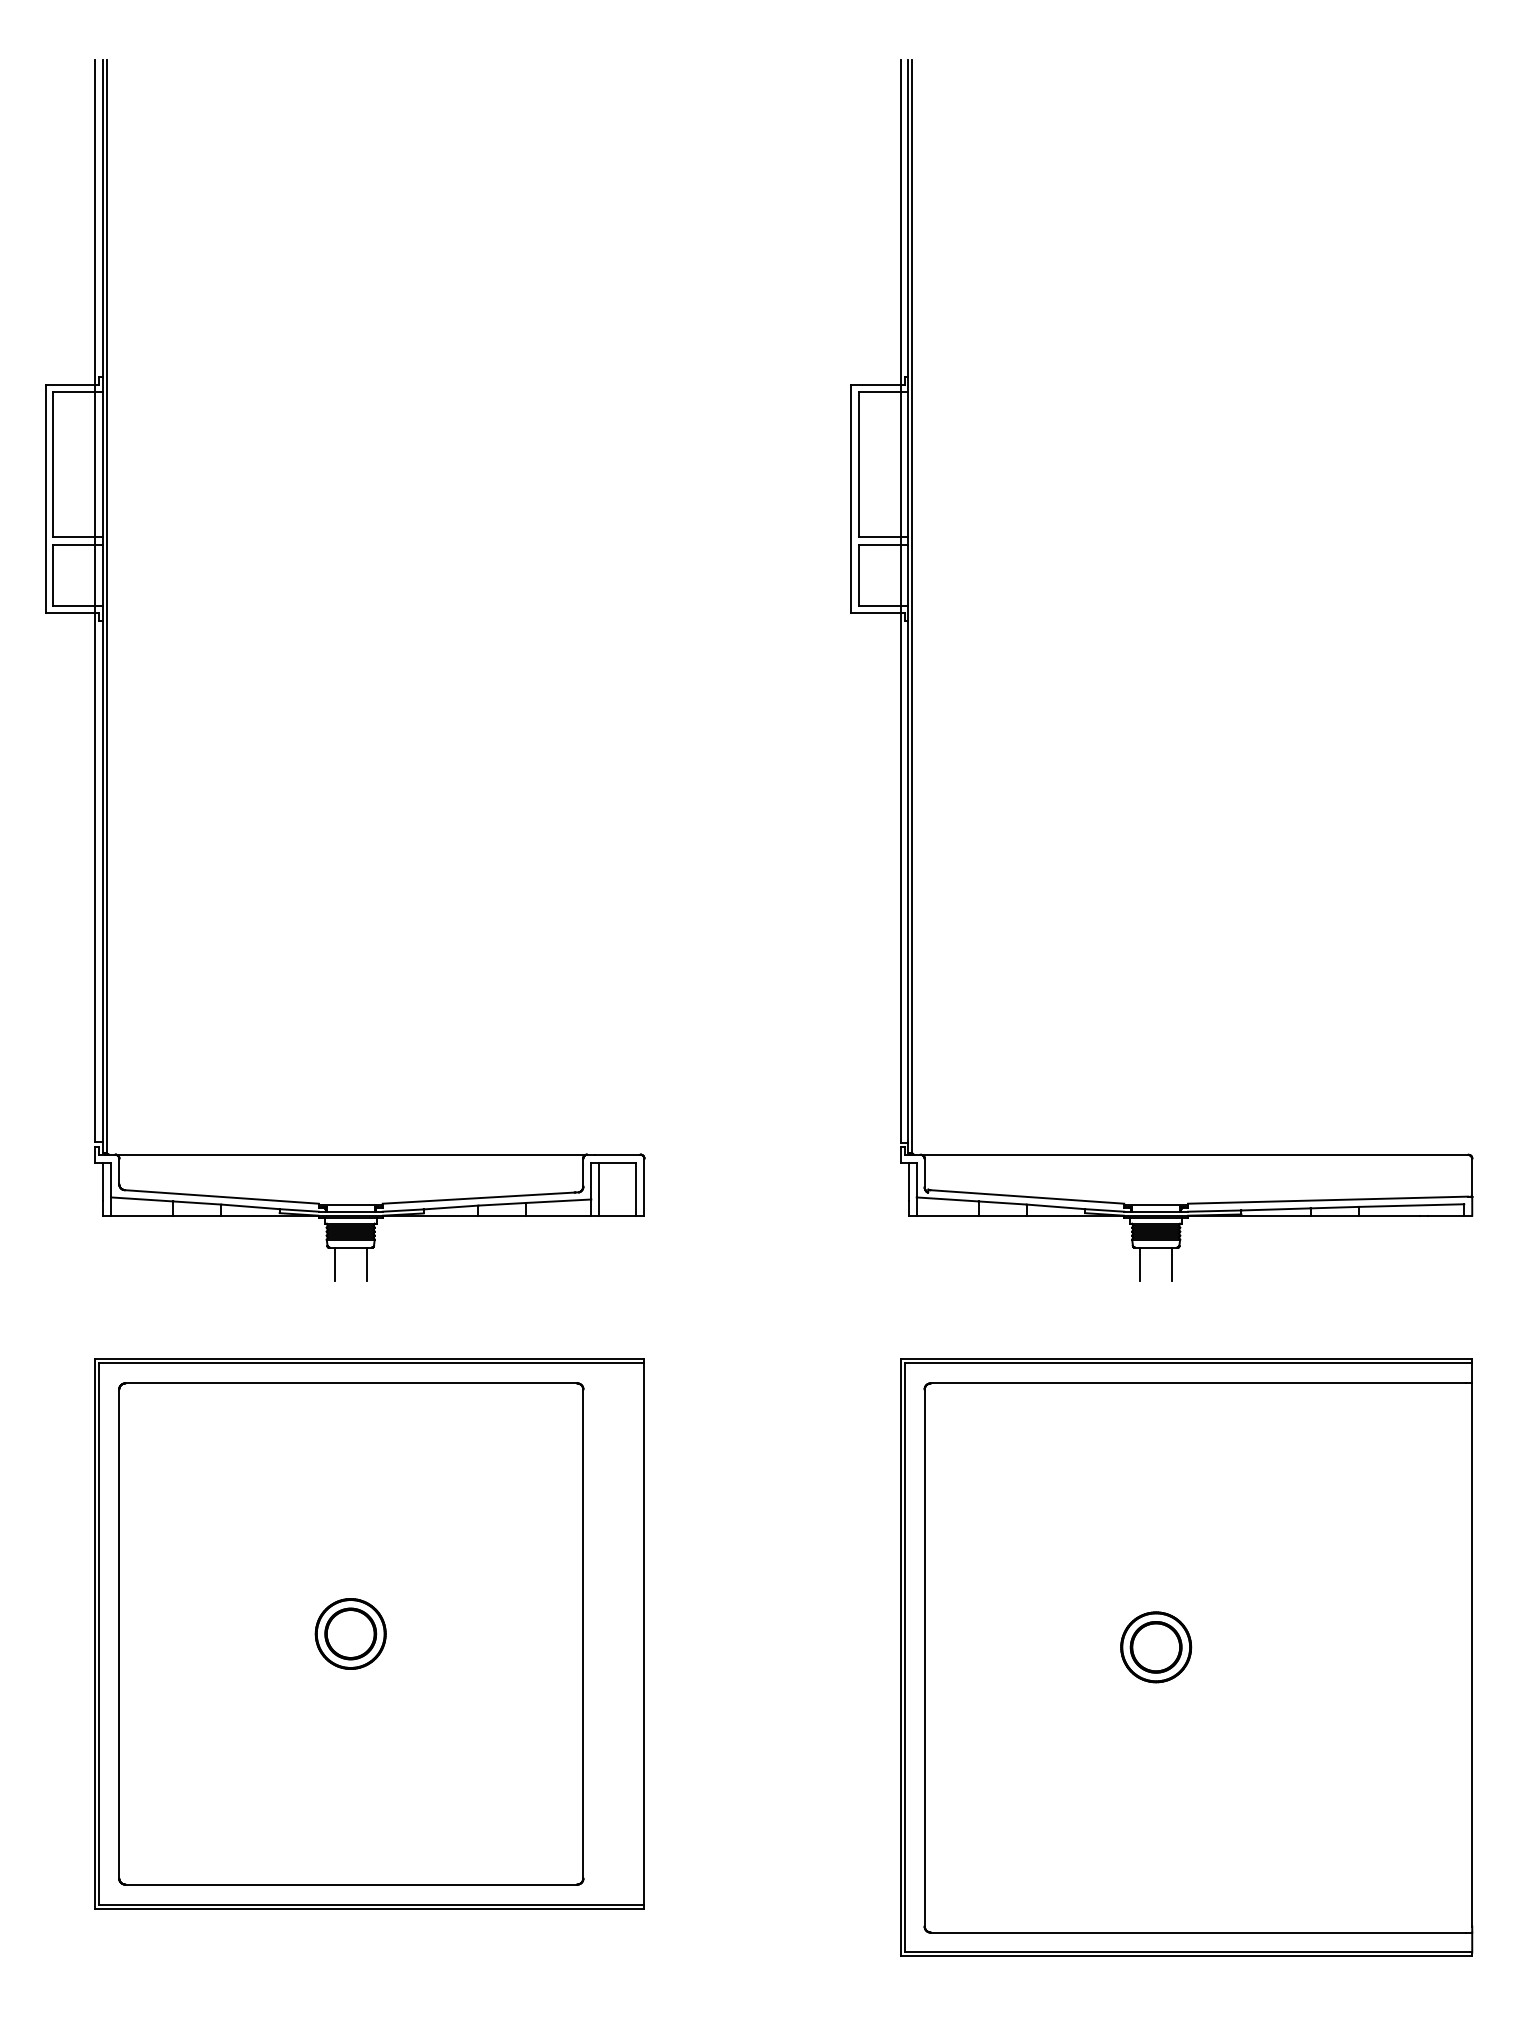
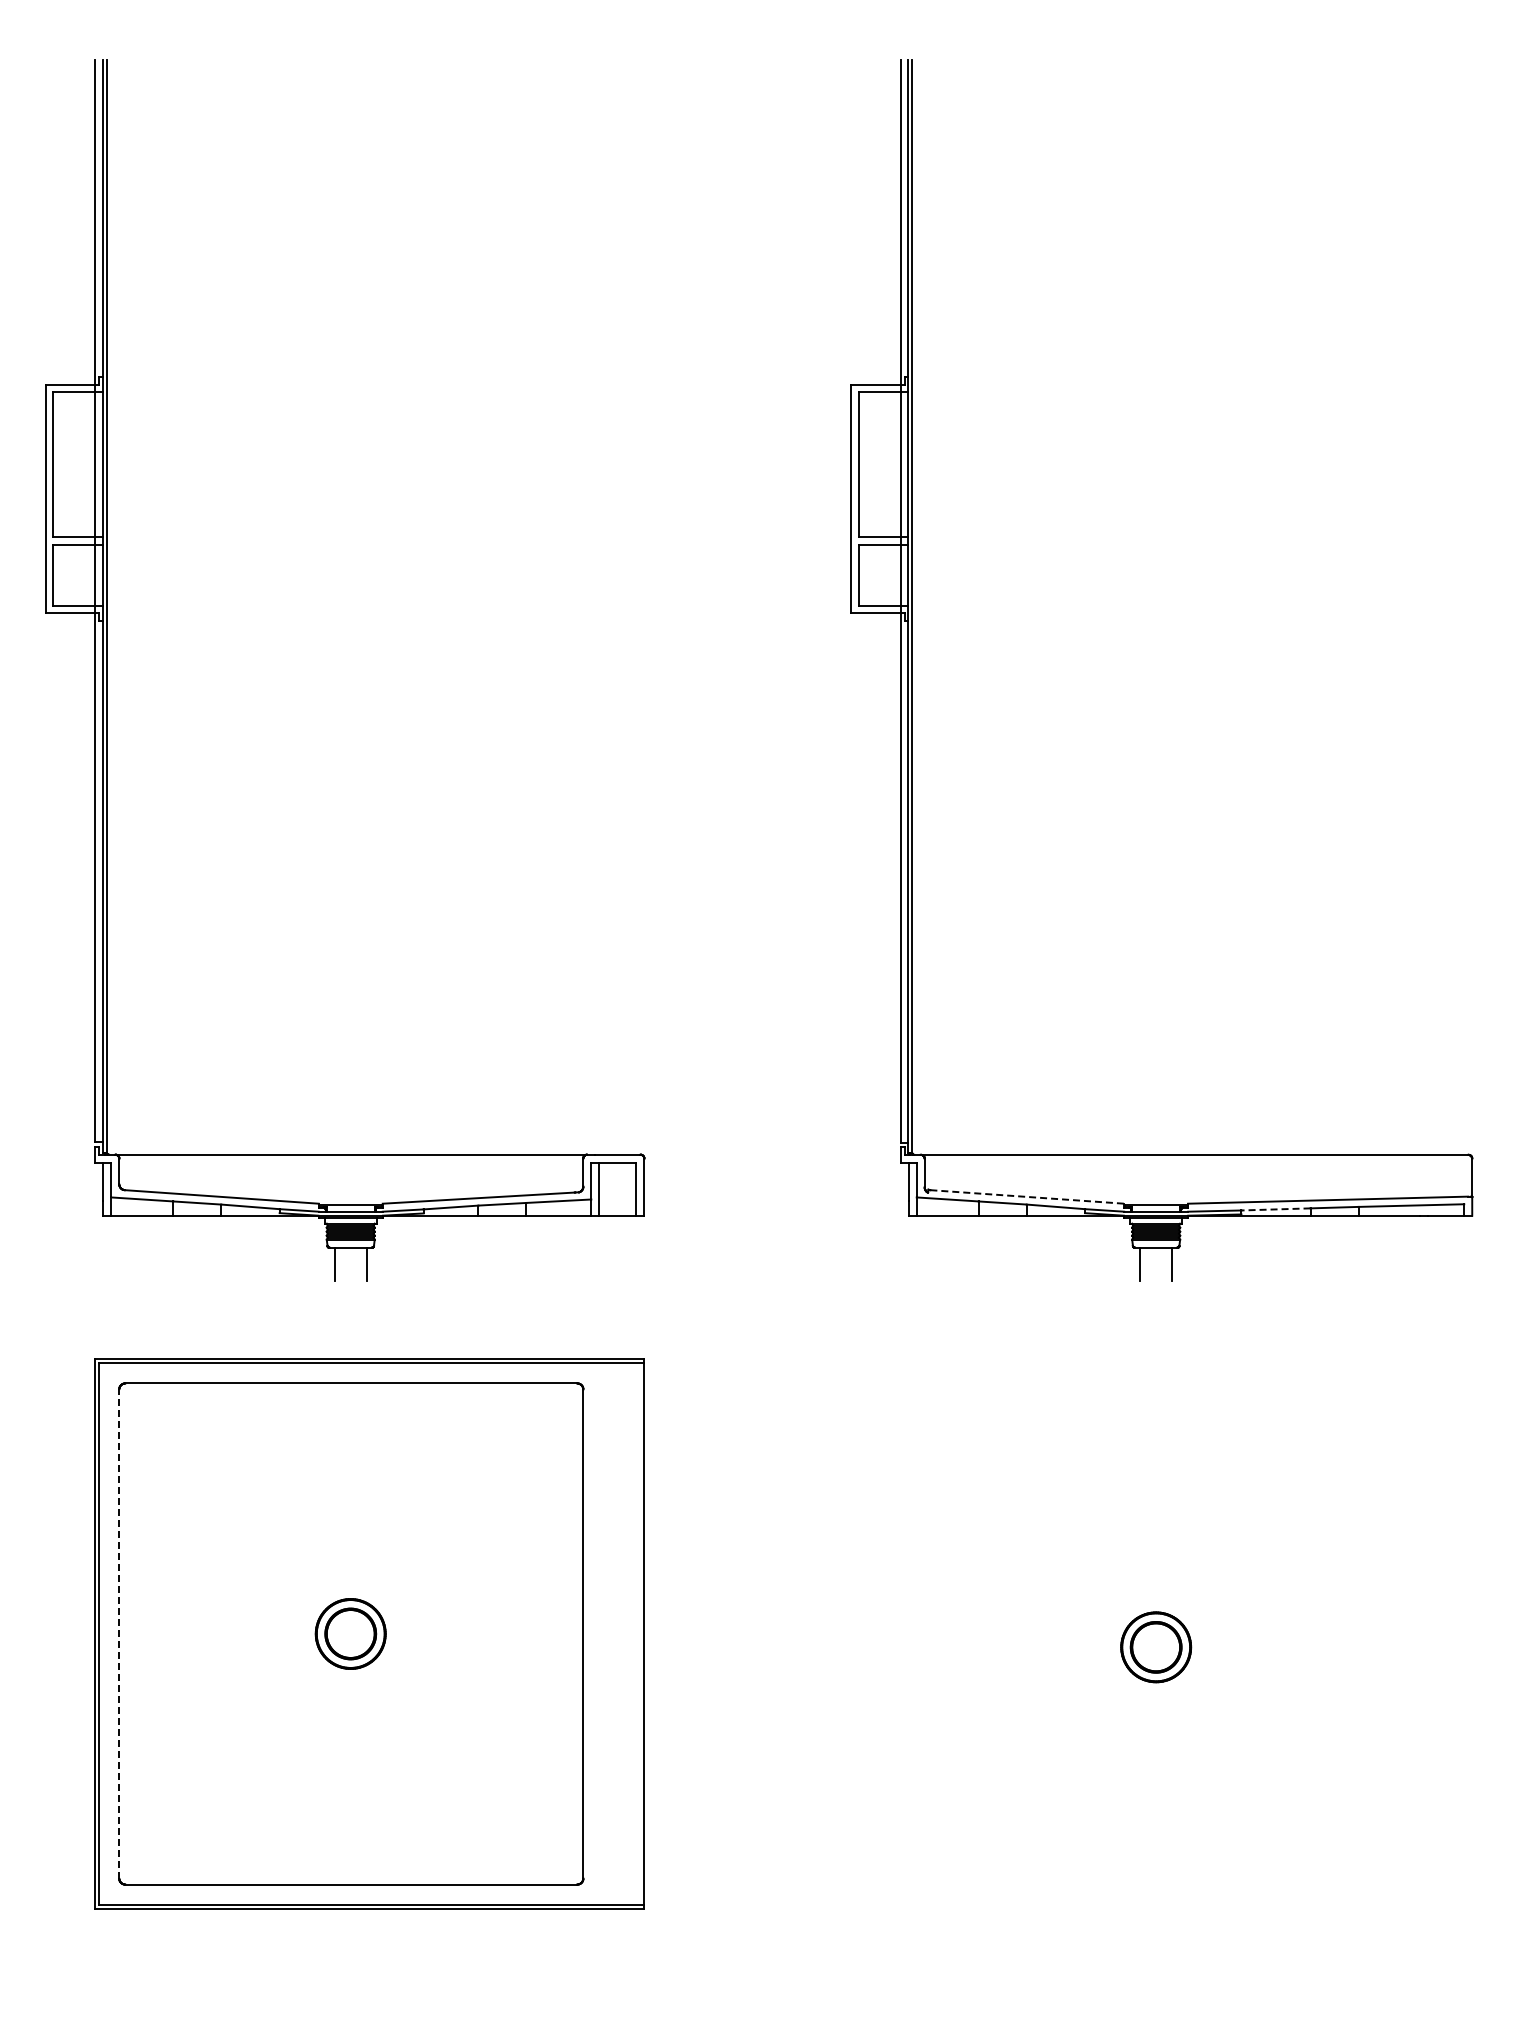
line at (1027, 1196): solid -> dashed
line at (1275, 1209): solid -> dashed
line at (119, 1634): solid -> dashed
part at (1186, 1657): present -> none
